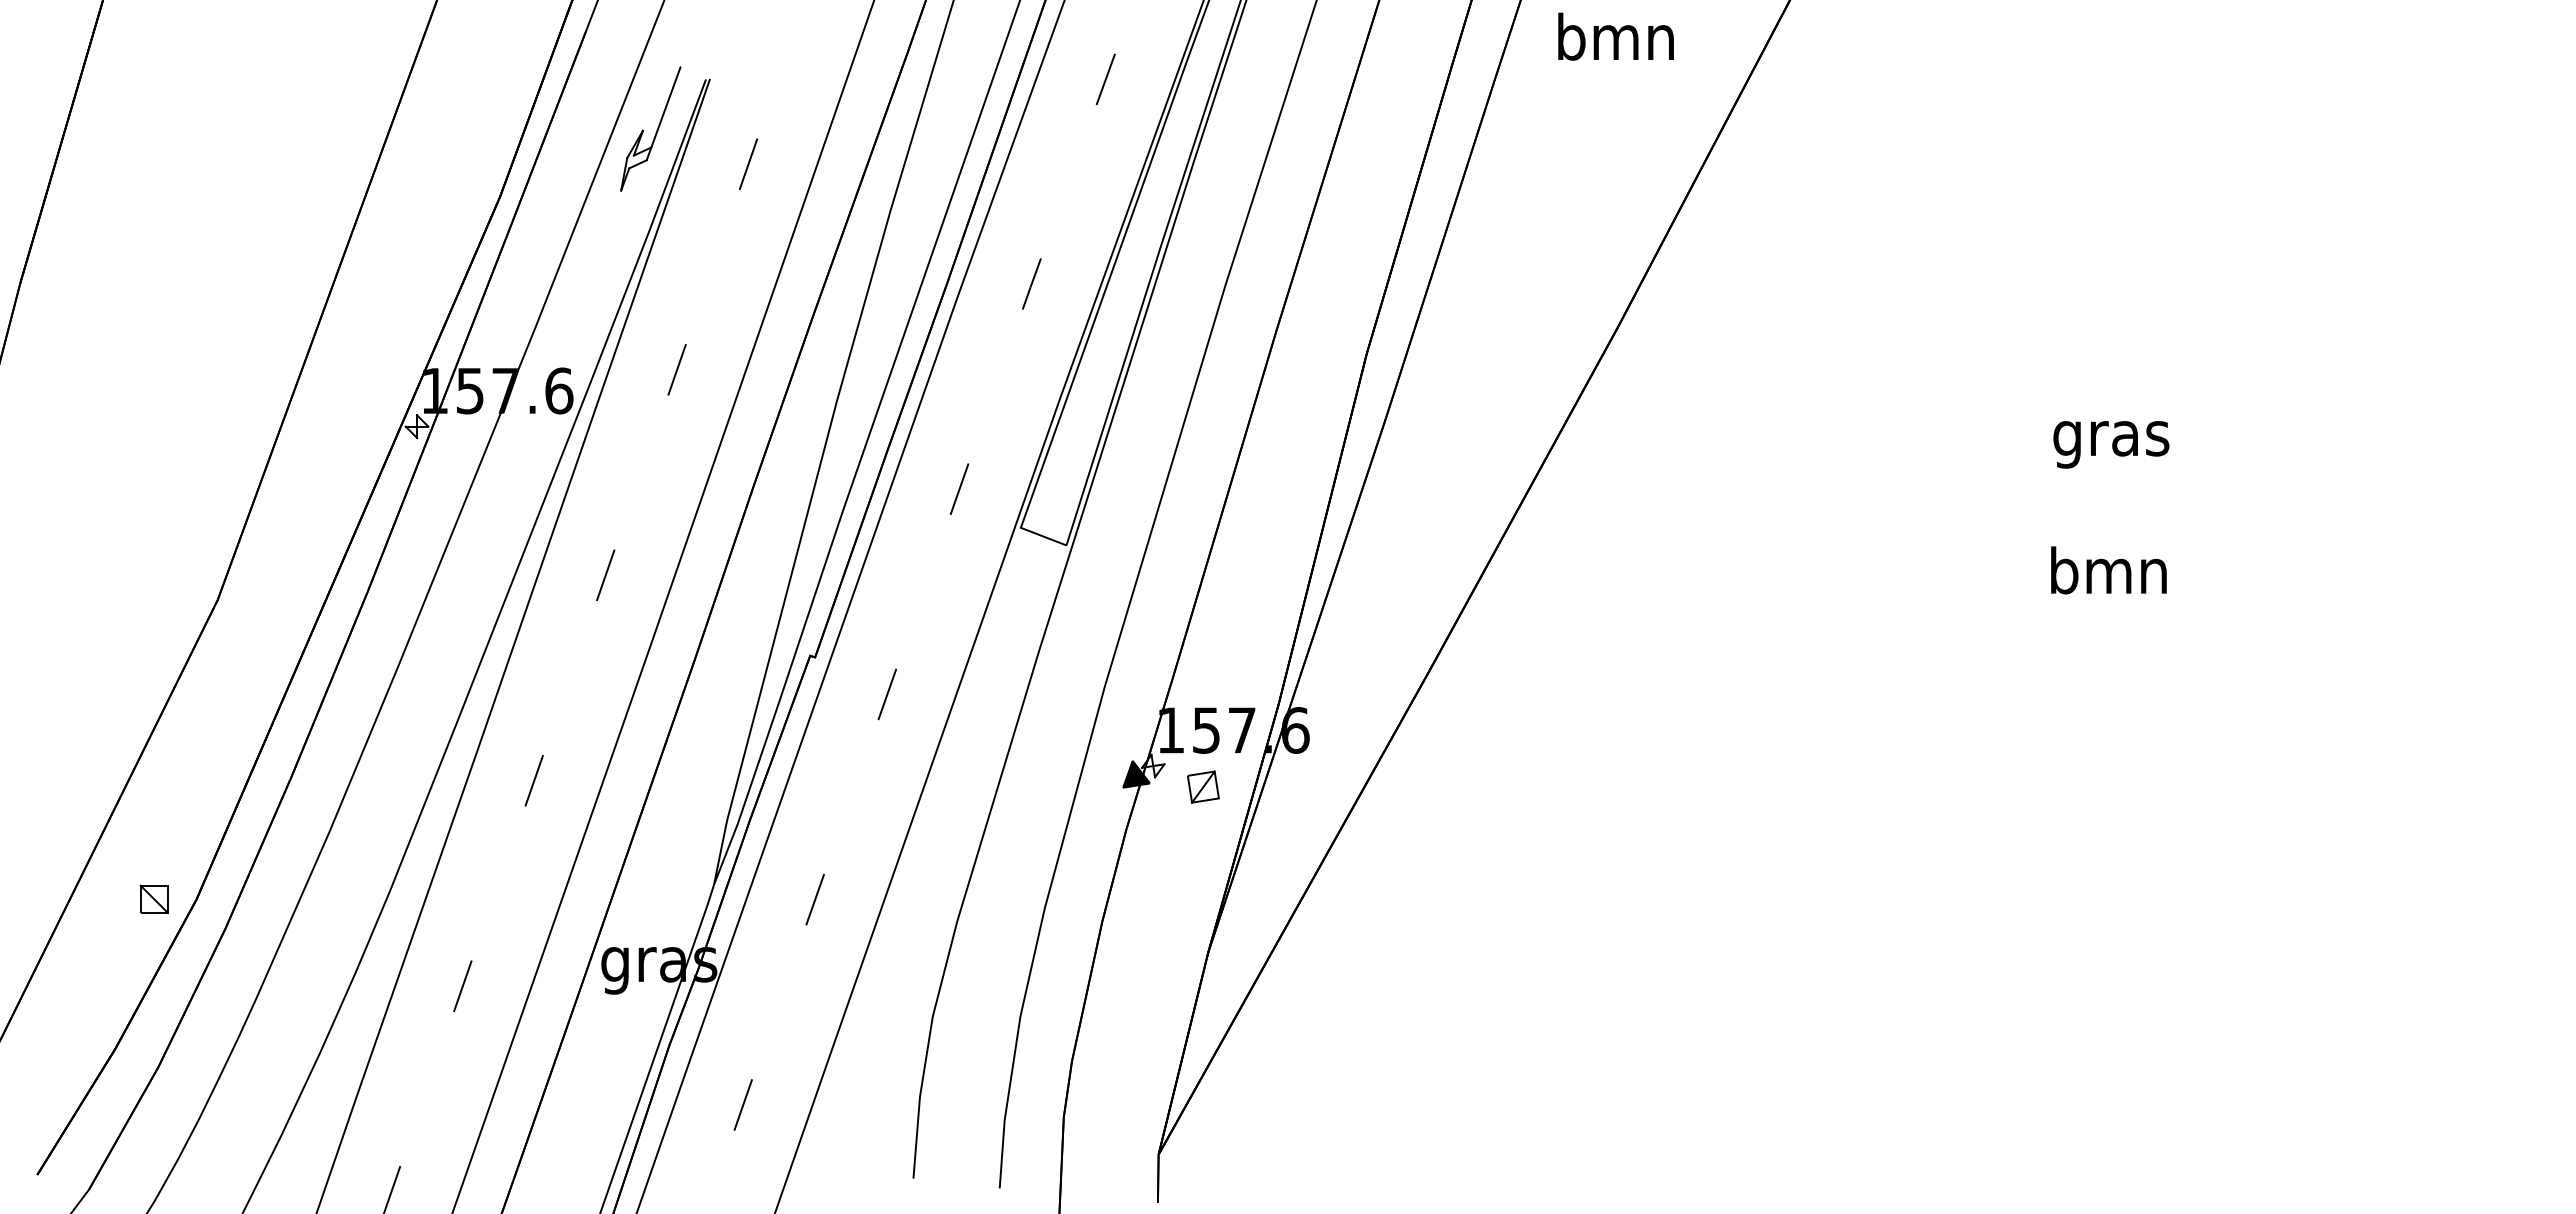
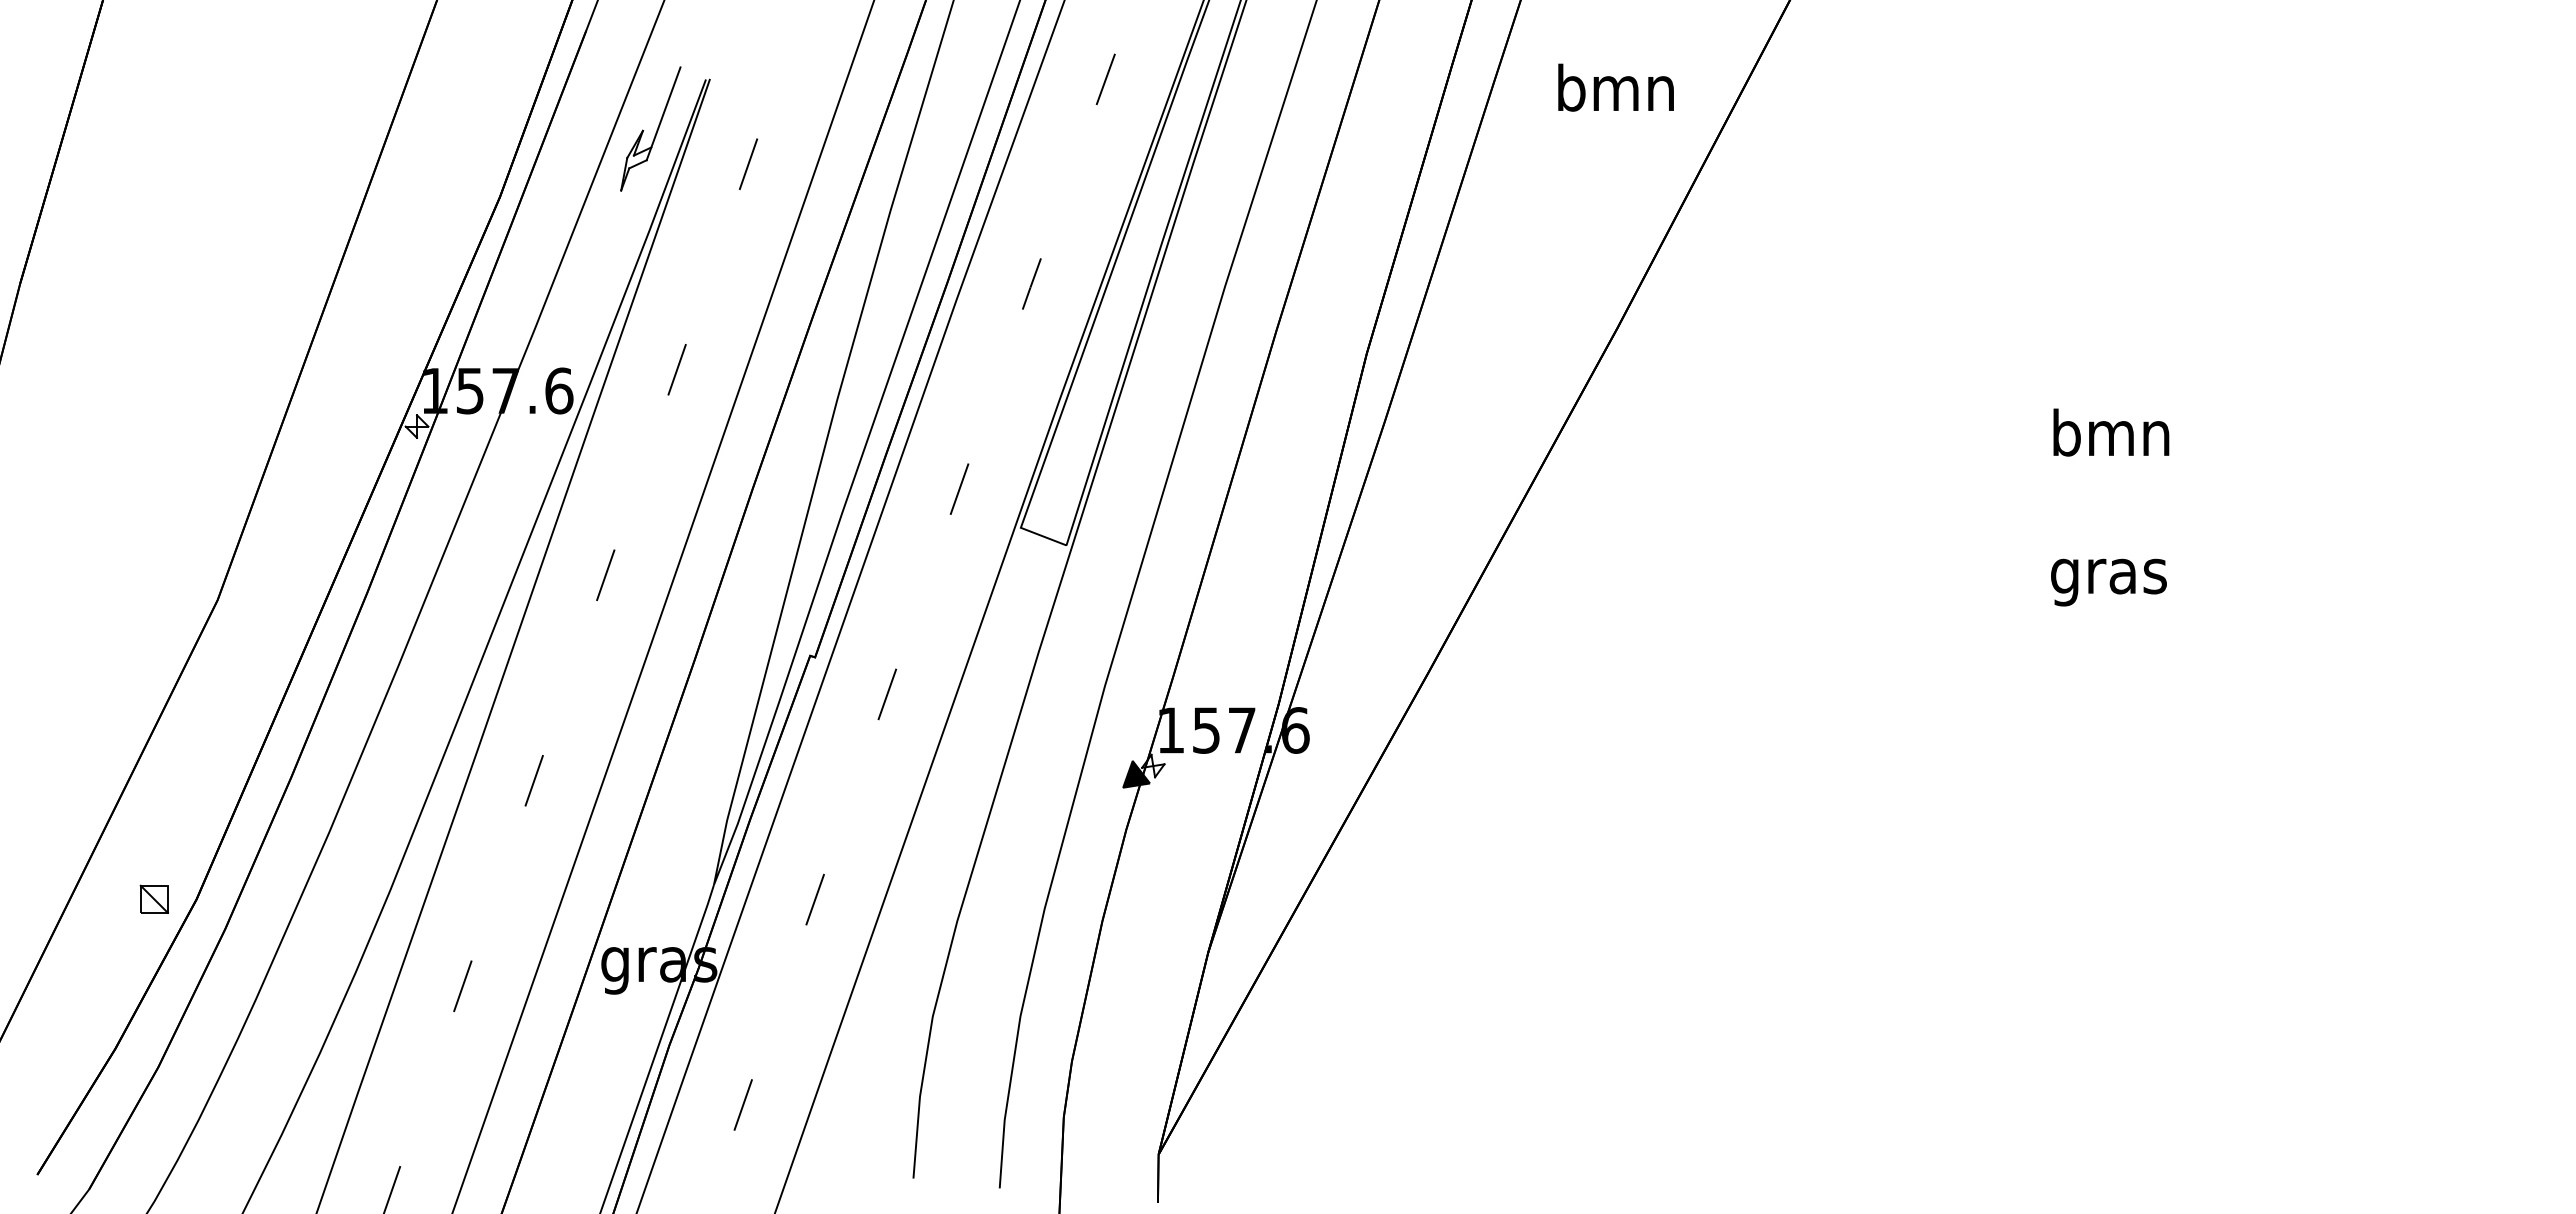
text at (1615, 36) position: (1615, 36) -> (1615, 87)
text at (2111, 438): gras -> bmn
text at (2108, 576): bmn -> gras
part at (1203, 786): present -> none
